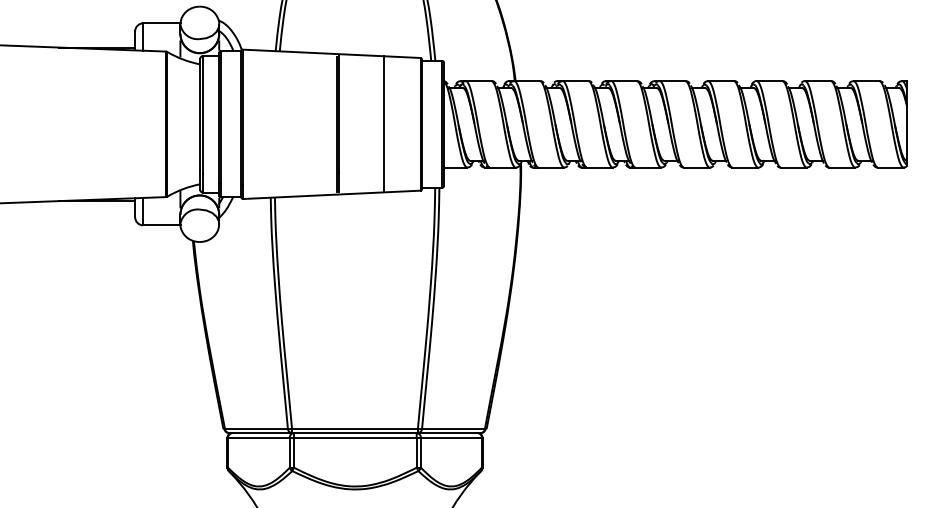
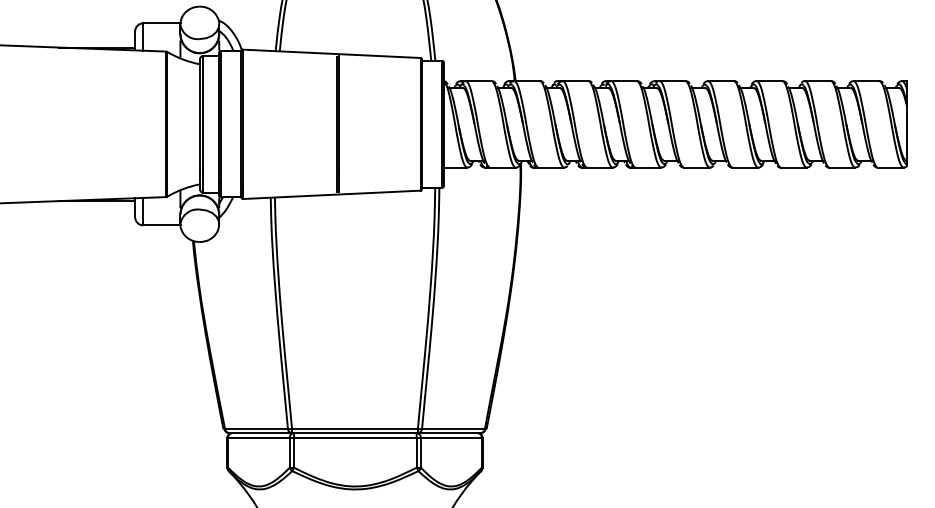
line at (384, 124): present -> none
